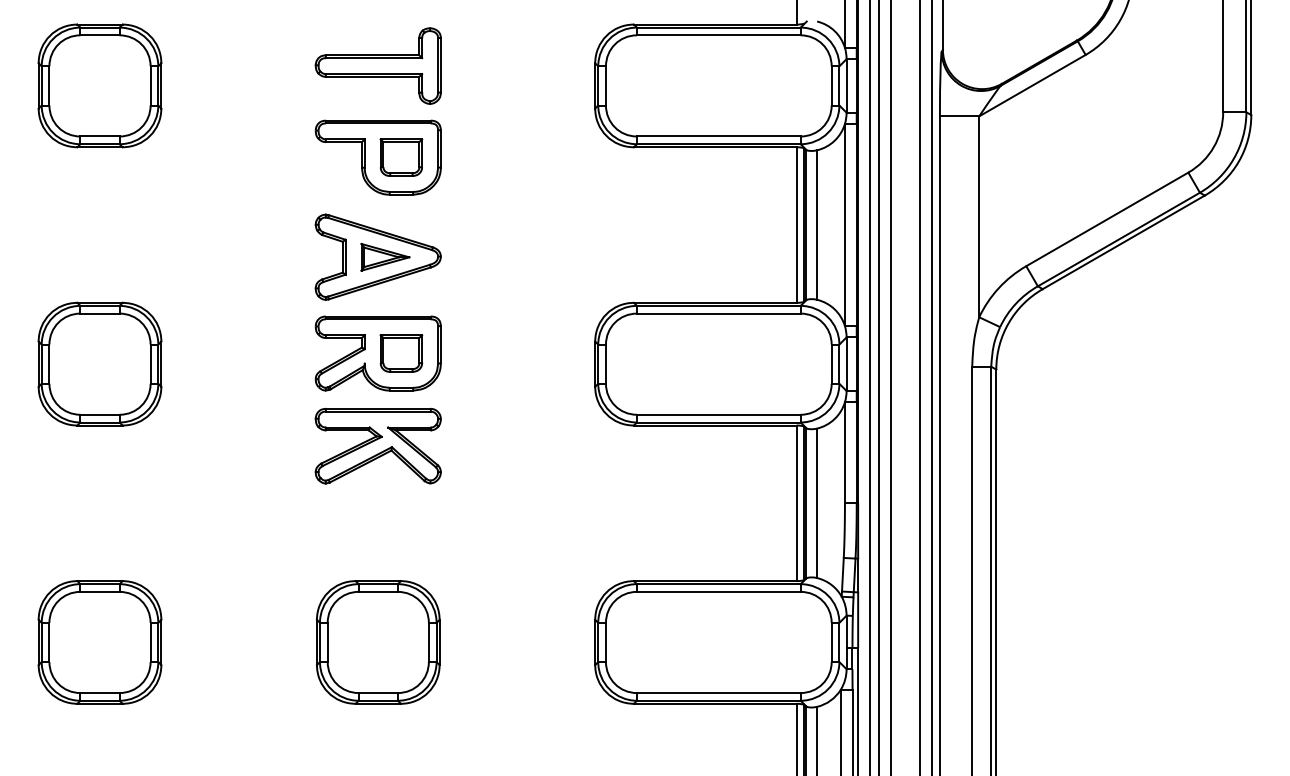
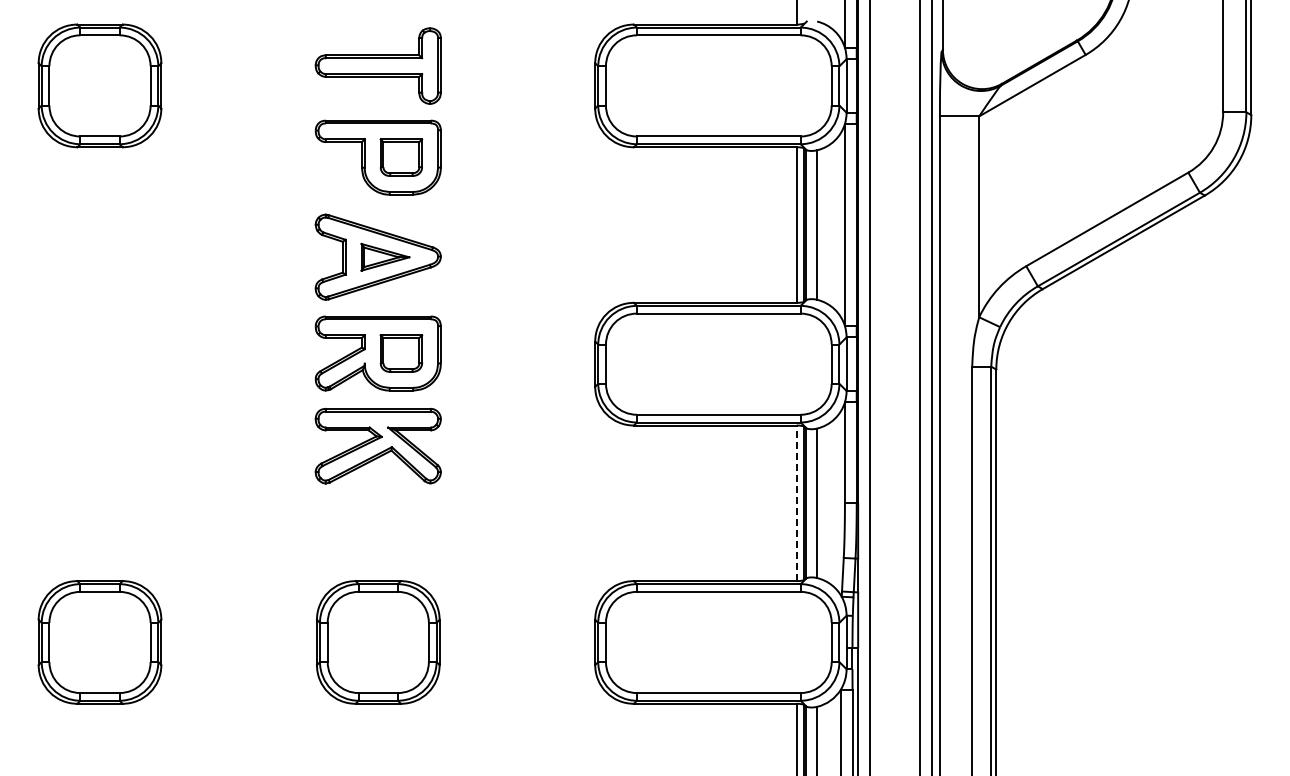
part at (99, 363): present -> none
line at (878, 387): present -> none
line at (890, 387): present -> none
line at (796, 503): solid -> dashed
